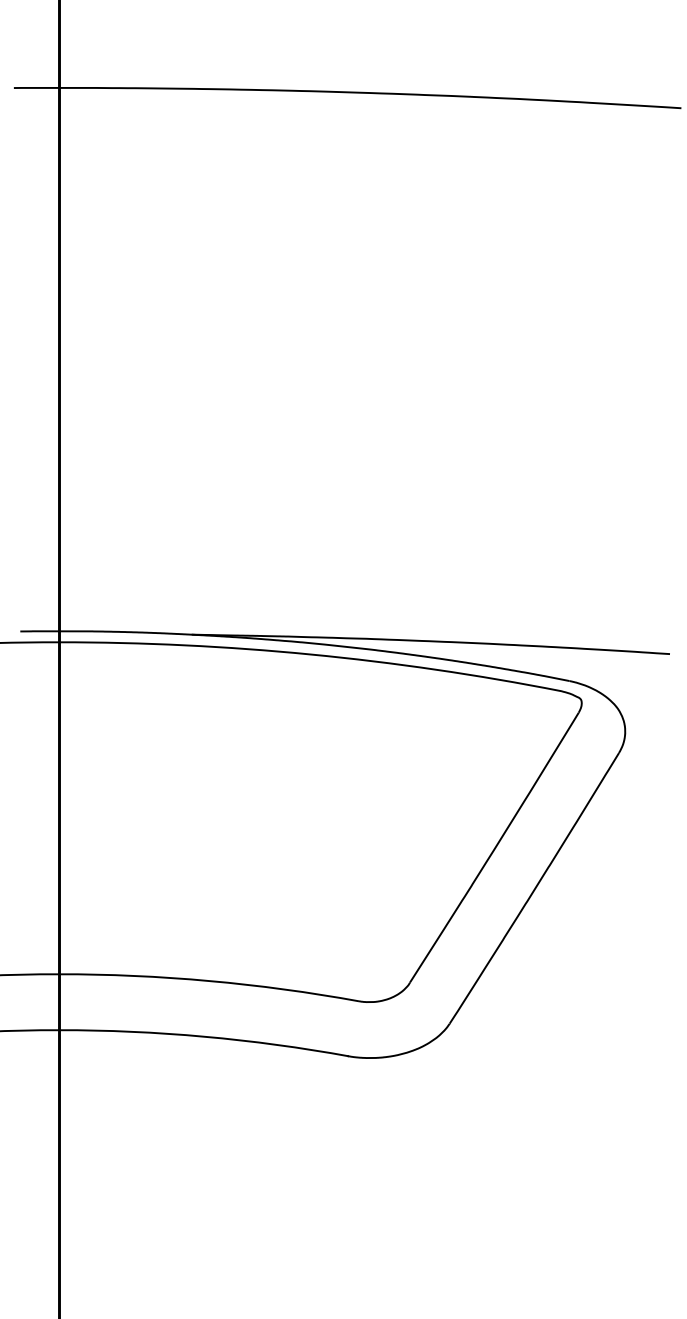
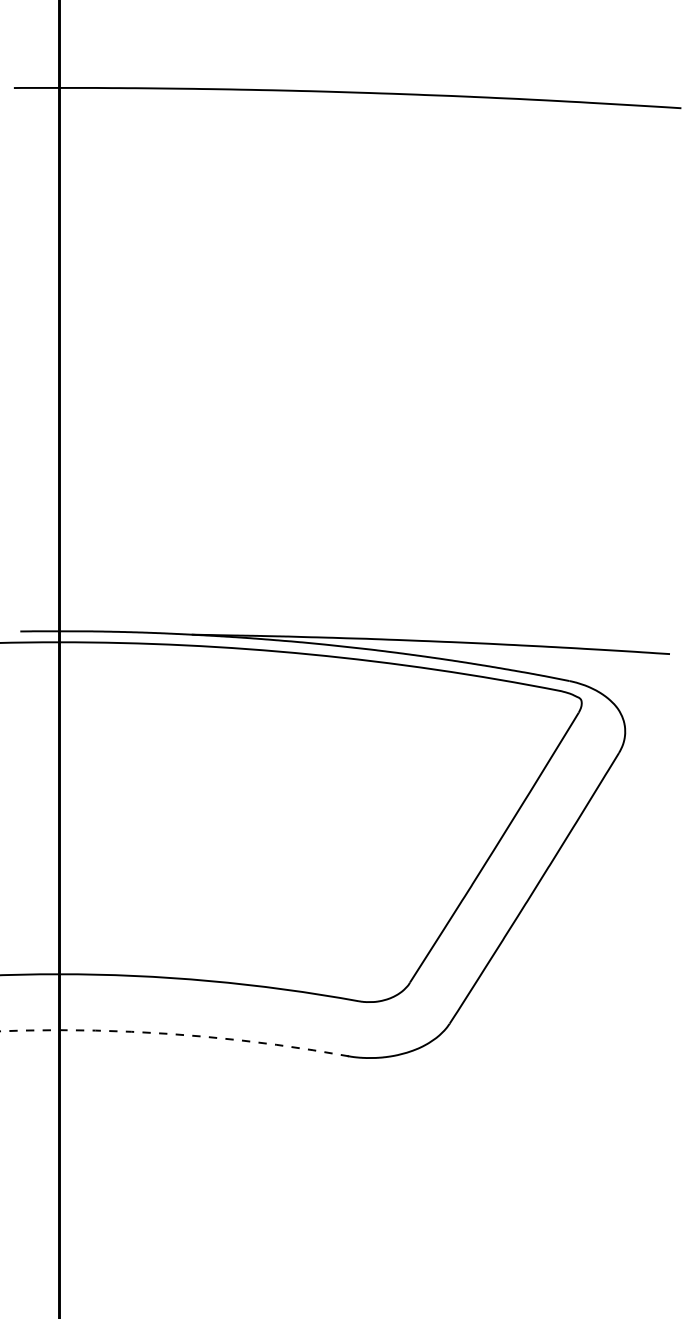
arc at (175, 1034): solid -> dashed
